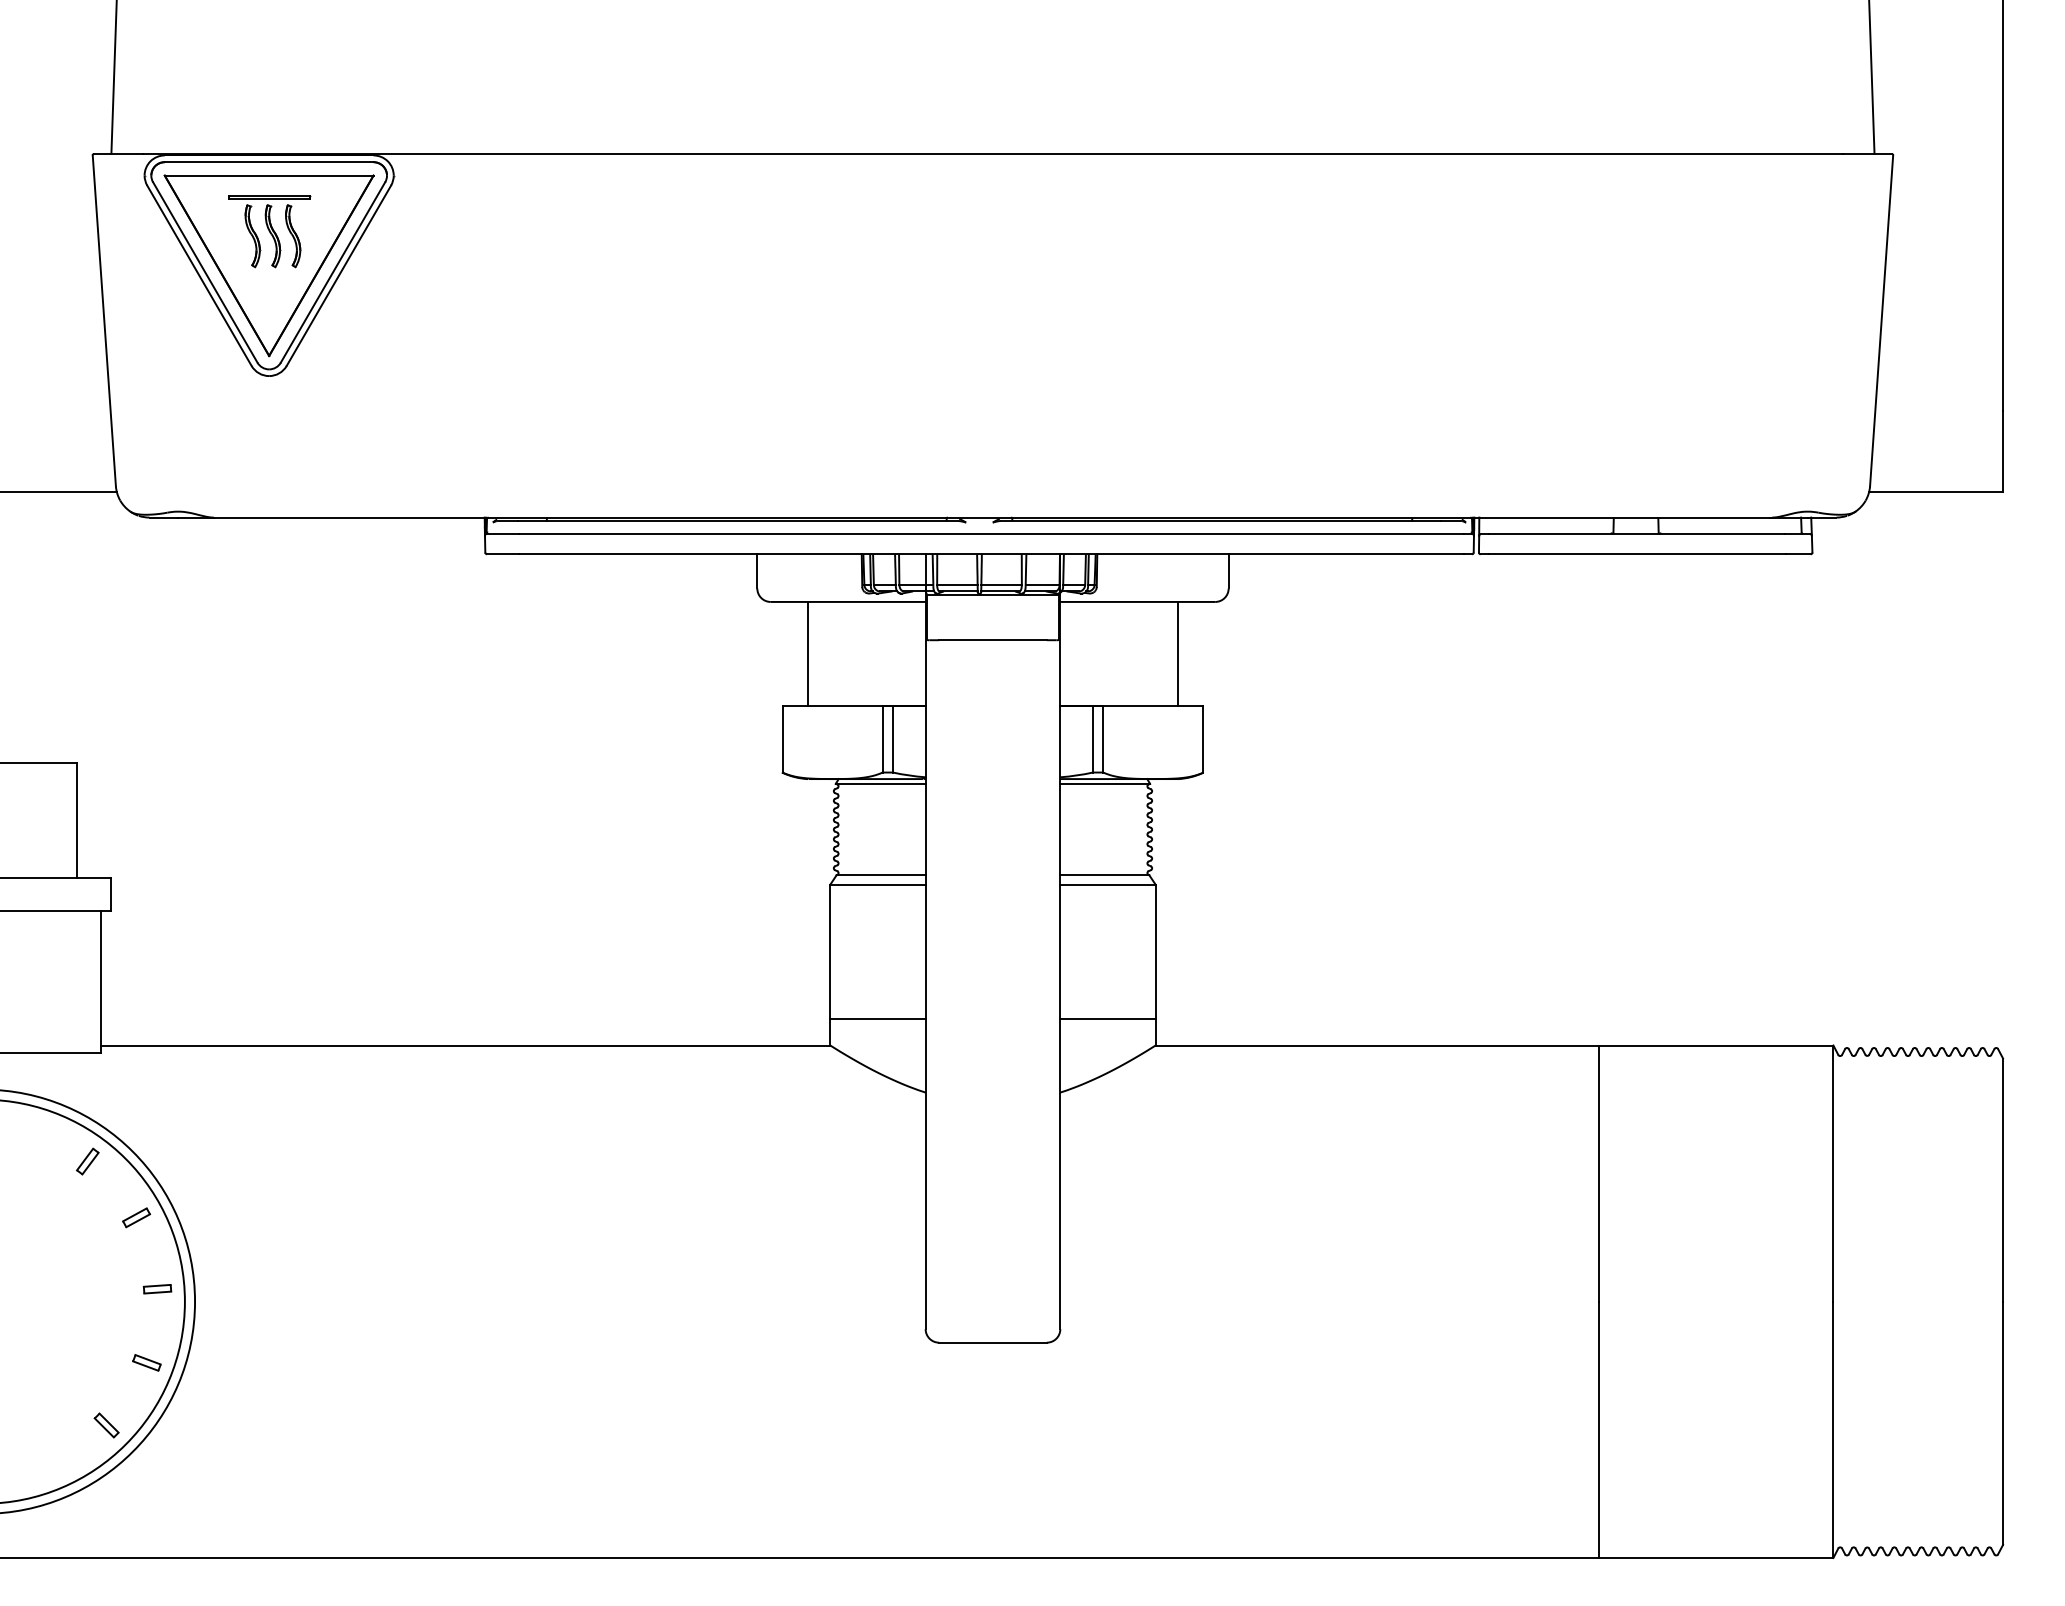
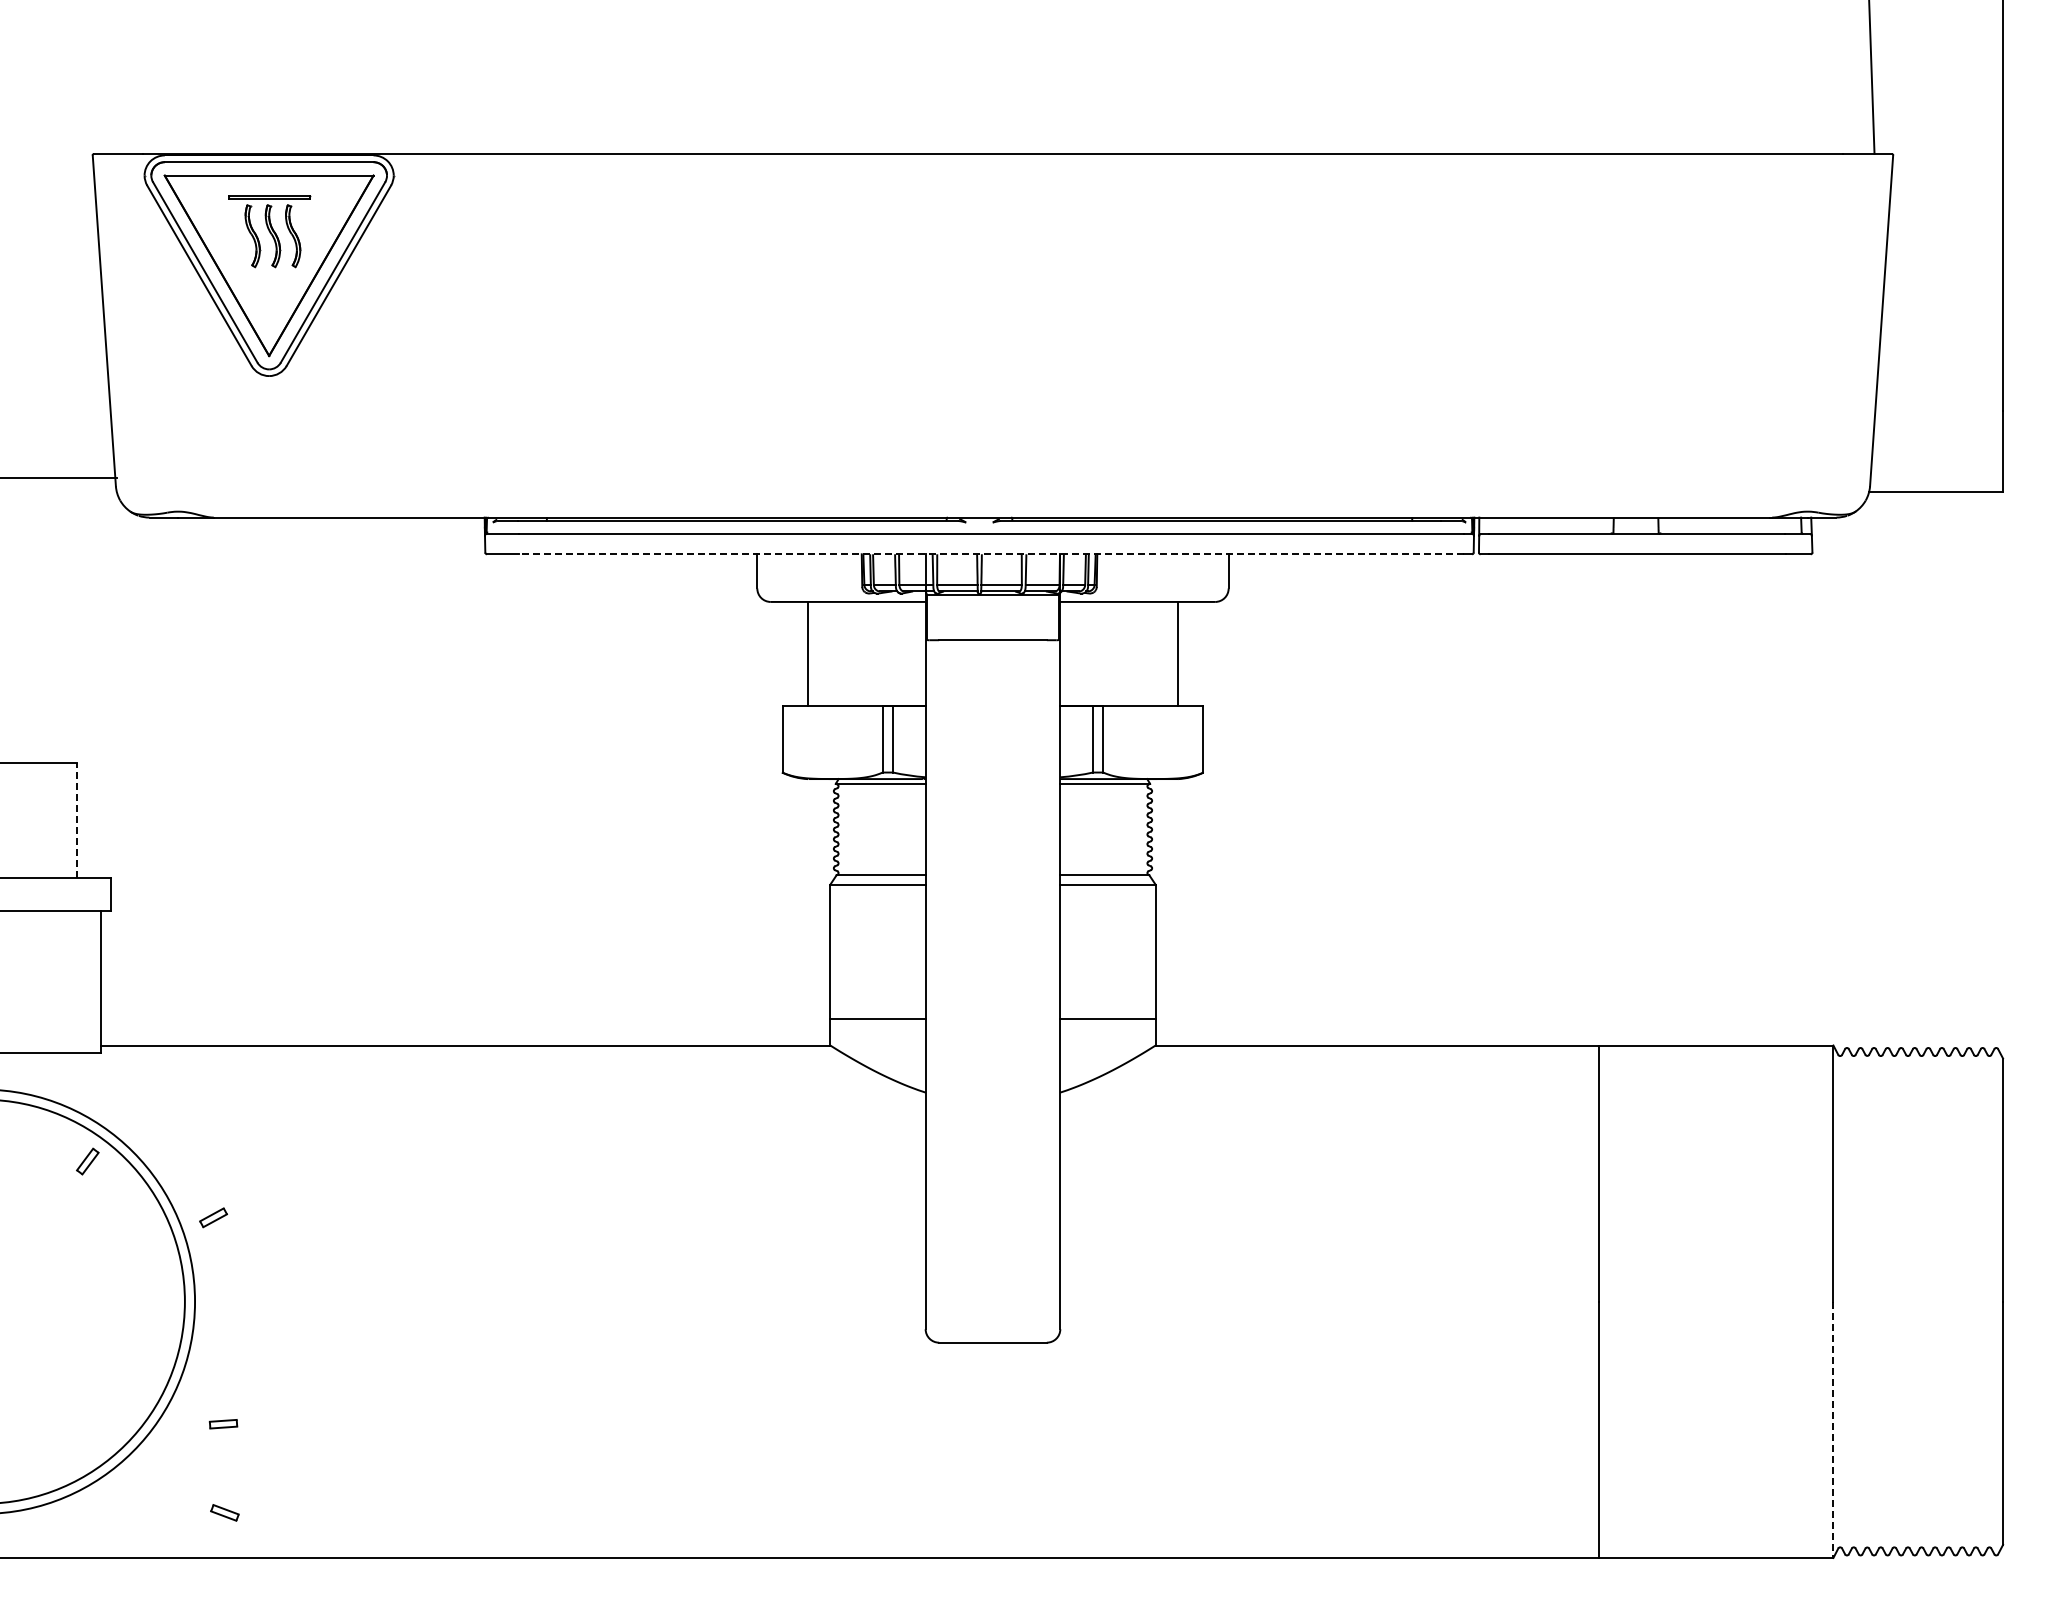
line at (113, 77): present -> none
line at (59, 492) position: (59, 492) -> (59, 478)
line at (990, 554): solid -> dashed
line at (77, 819): solid -> dashed
part at (136, 1217) position: (136, 1217) -> (213, 1217)
part at (157, 1289) position: (157, 1289) -> (223, 1424)
part at (146, 1362) position: (146, 1362) -> (224, 1512)
part at (106, 1425): present -> none
line at (1833, 1430): solid -> dashed
